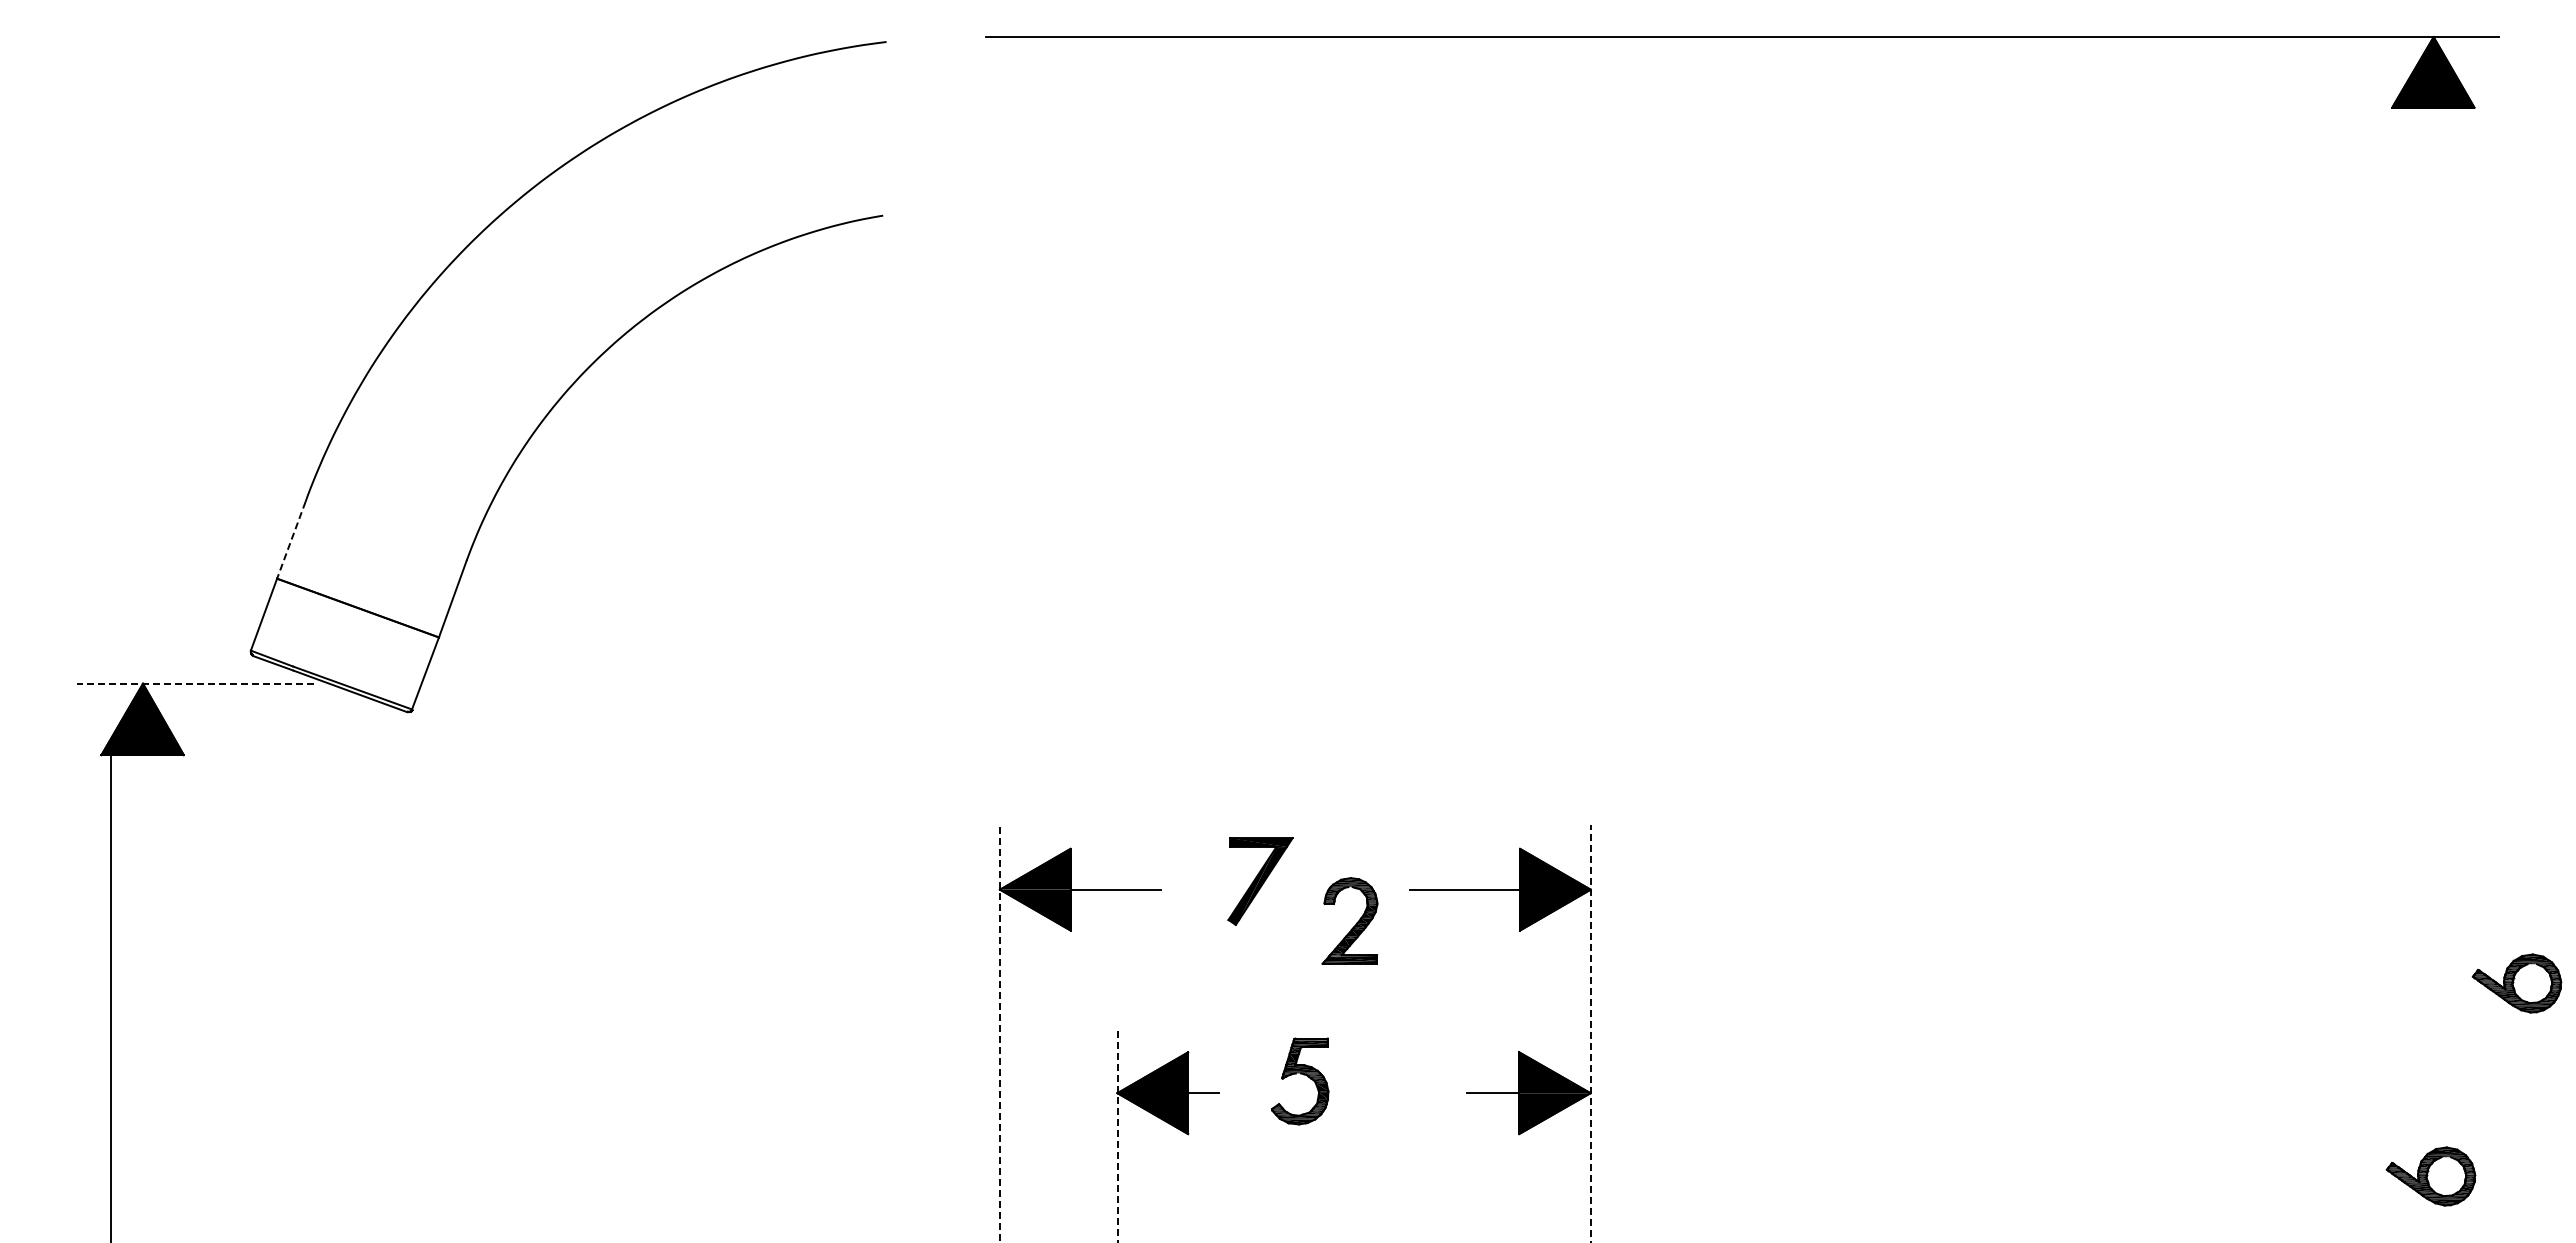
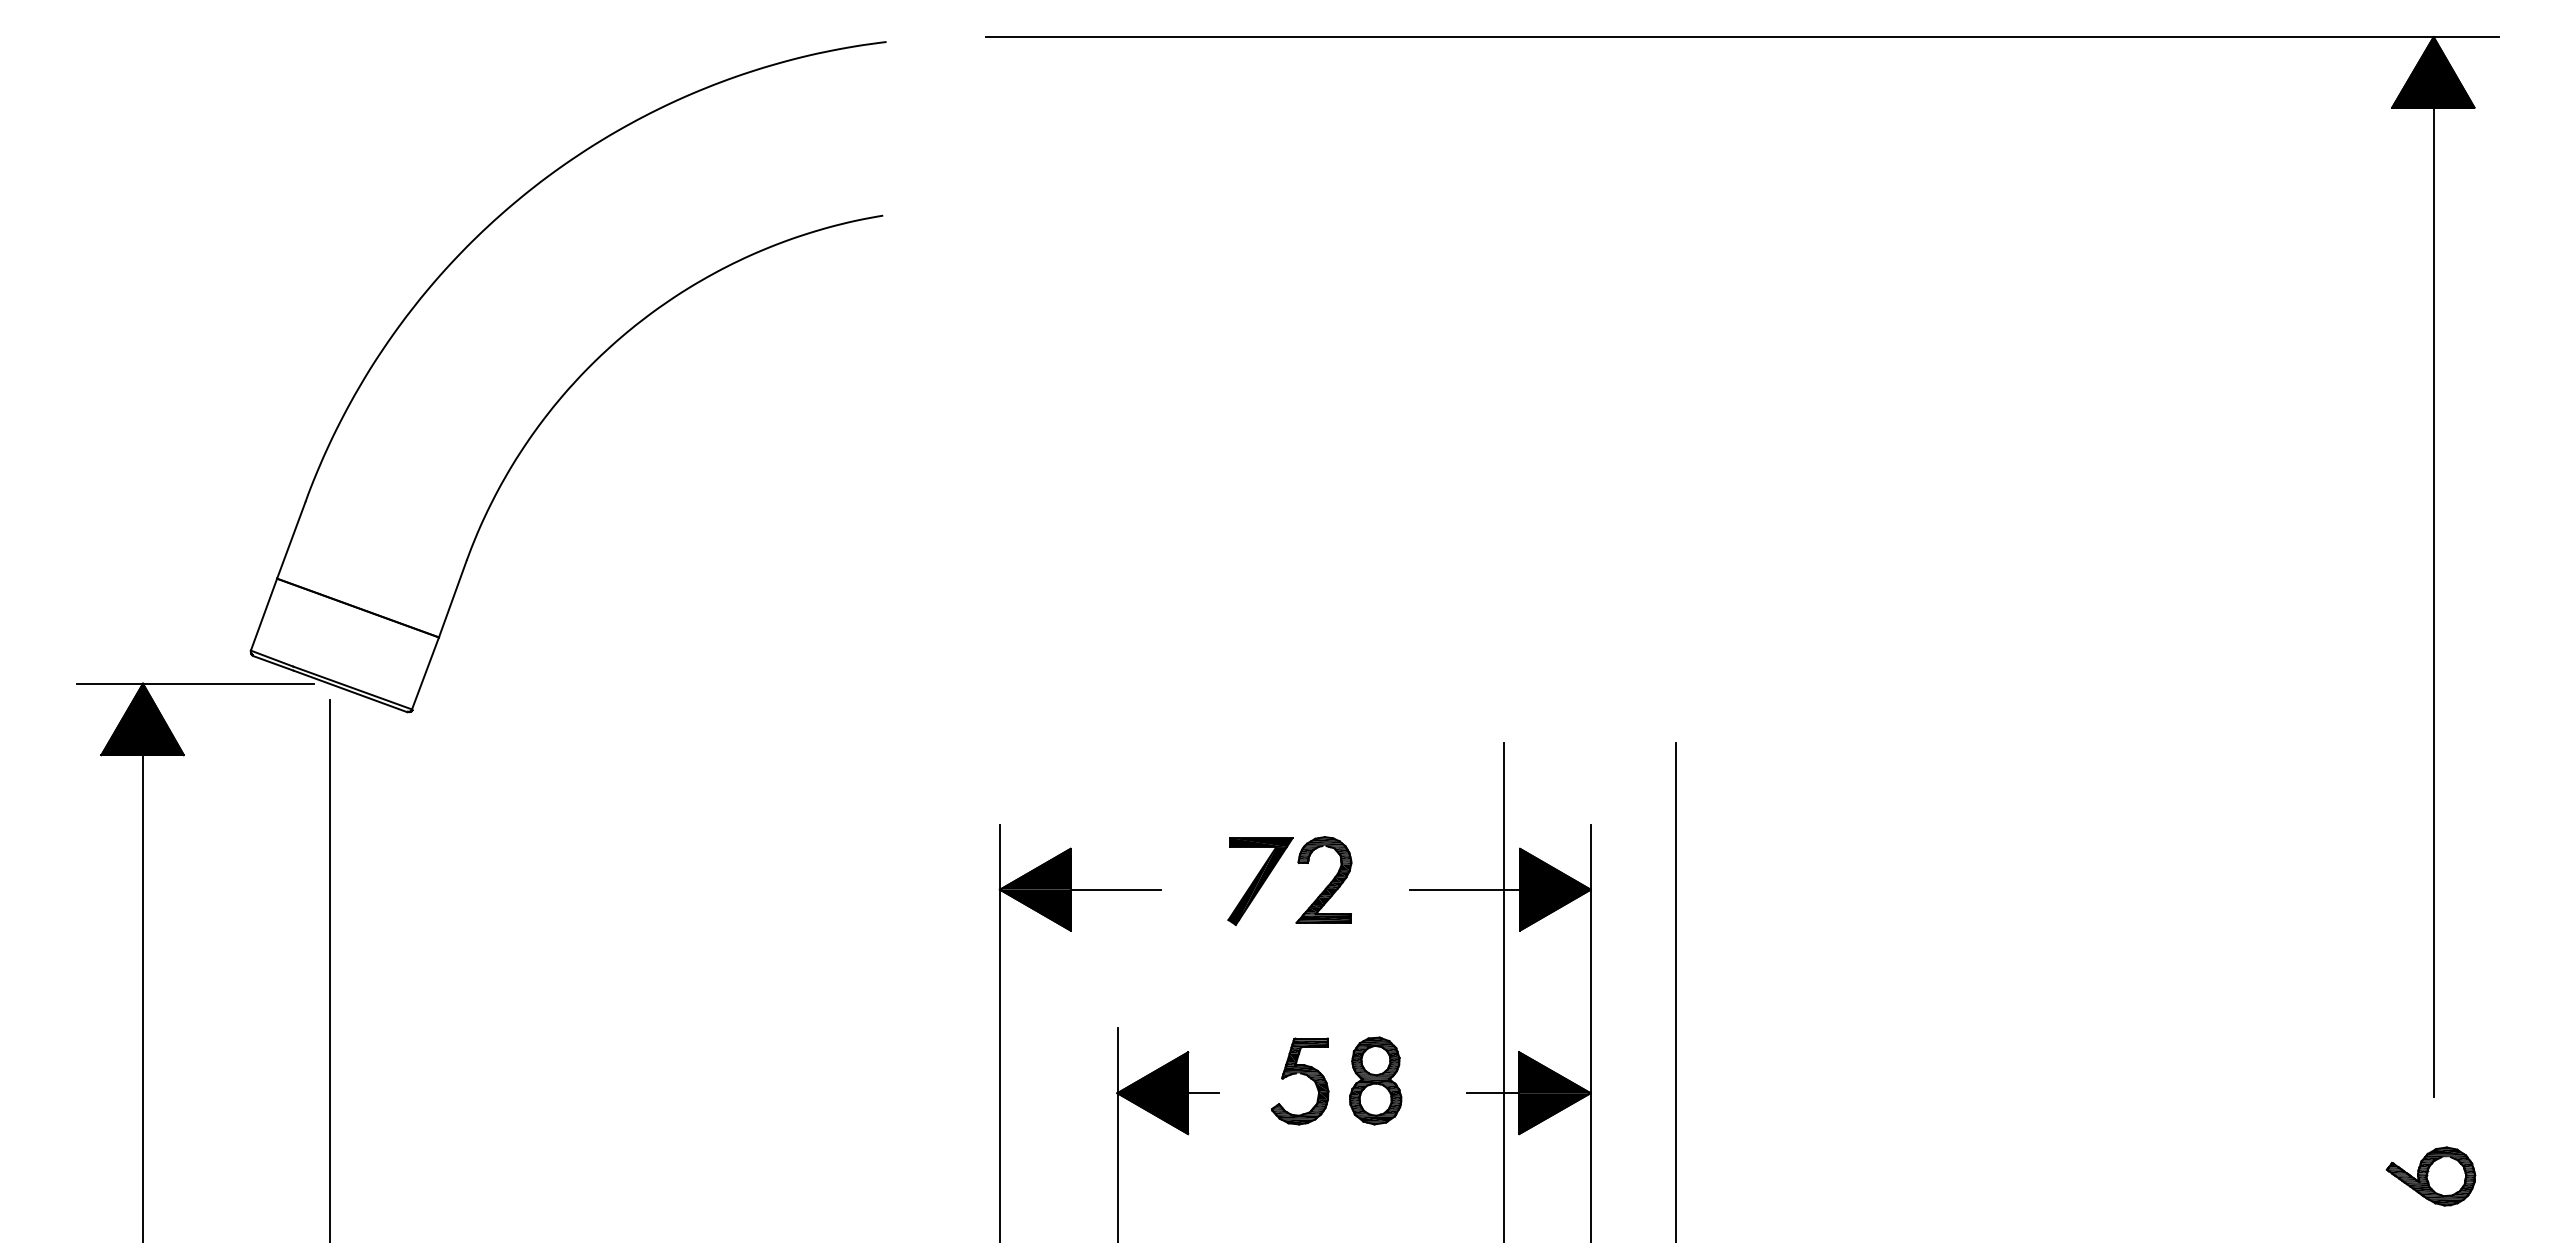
line at (291, 540): dashed -> solid
line at (2433, 601): none -> present
line at (195, 683): dashed -> solid
part at (1355, 923) position: (1355, 923) -> (1329, 882)
line at (330, 969): none -> present
part at (2516, 983): present -> none
line at (1504, 991): none -> present
line at (1675, 991): none -> present
line at (111, 997) position: (111, 997) -> (143, 997)
line at (1000, 1033): dashed -> solid
line at (1590, 1033): dashed -> solid
part at (1375, 1080): none -> present
line at (1117, 1134): dashed -> solid
